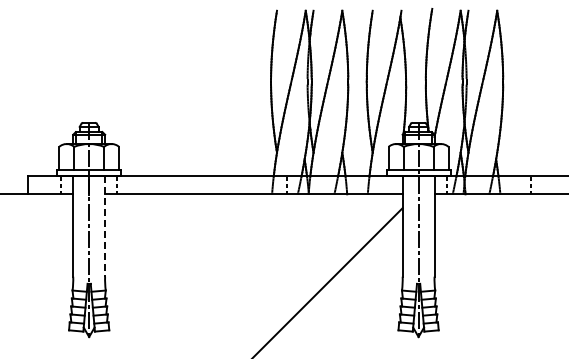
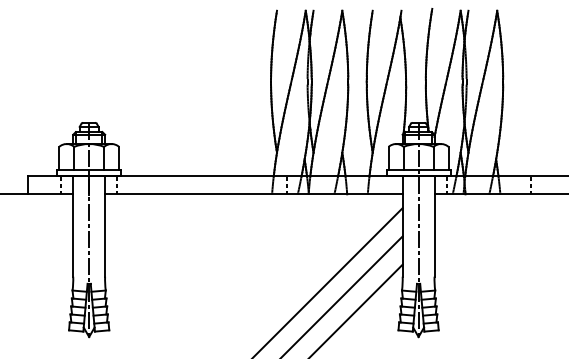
line at (105, 227): dashed -> solid
line at (342, 295): none -> present
line at (357, 309): none -> present
